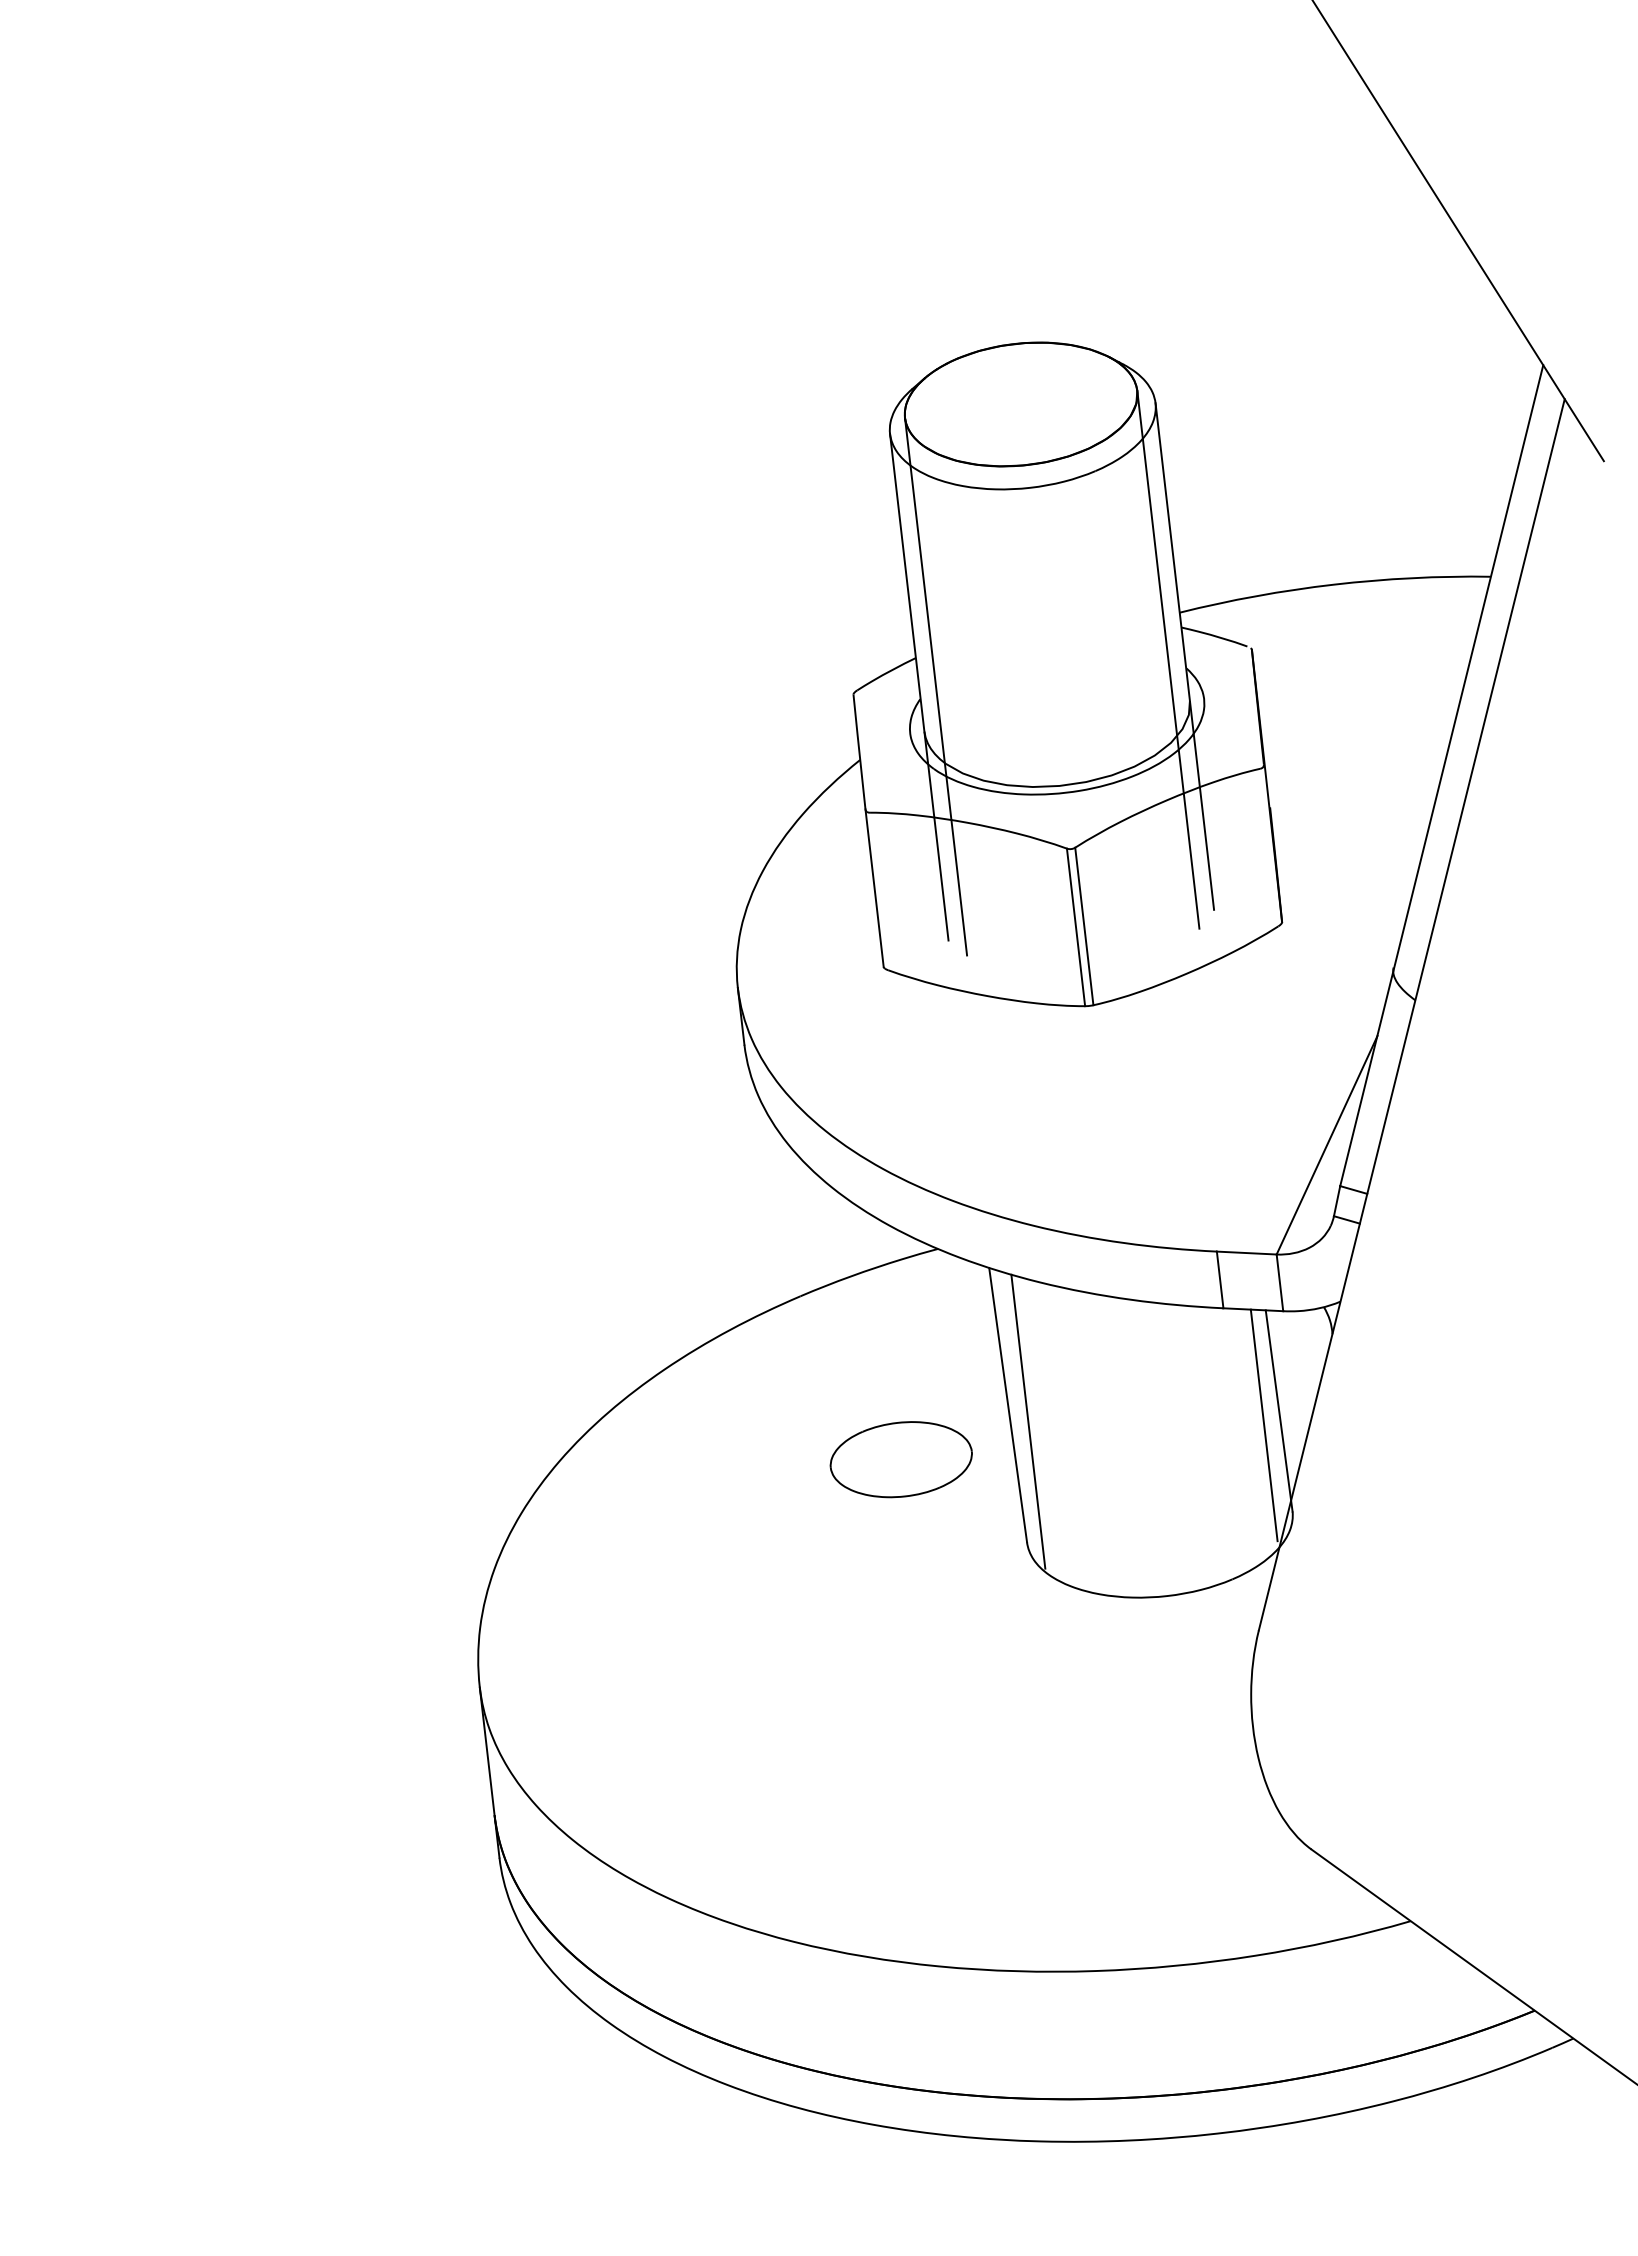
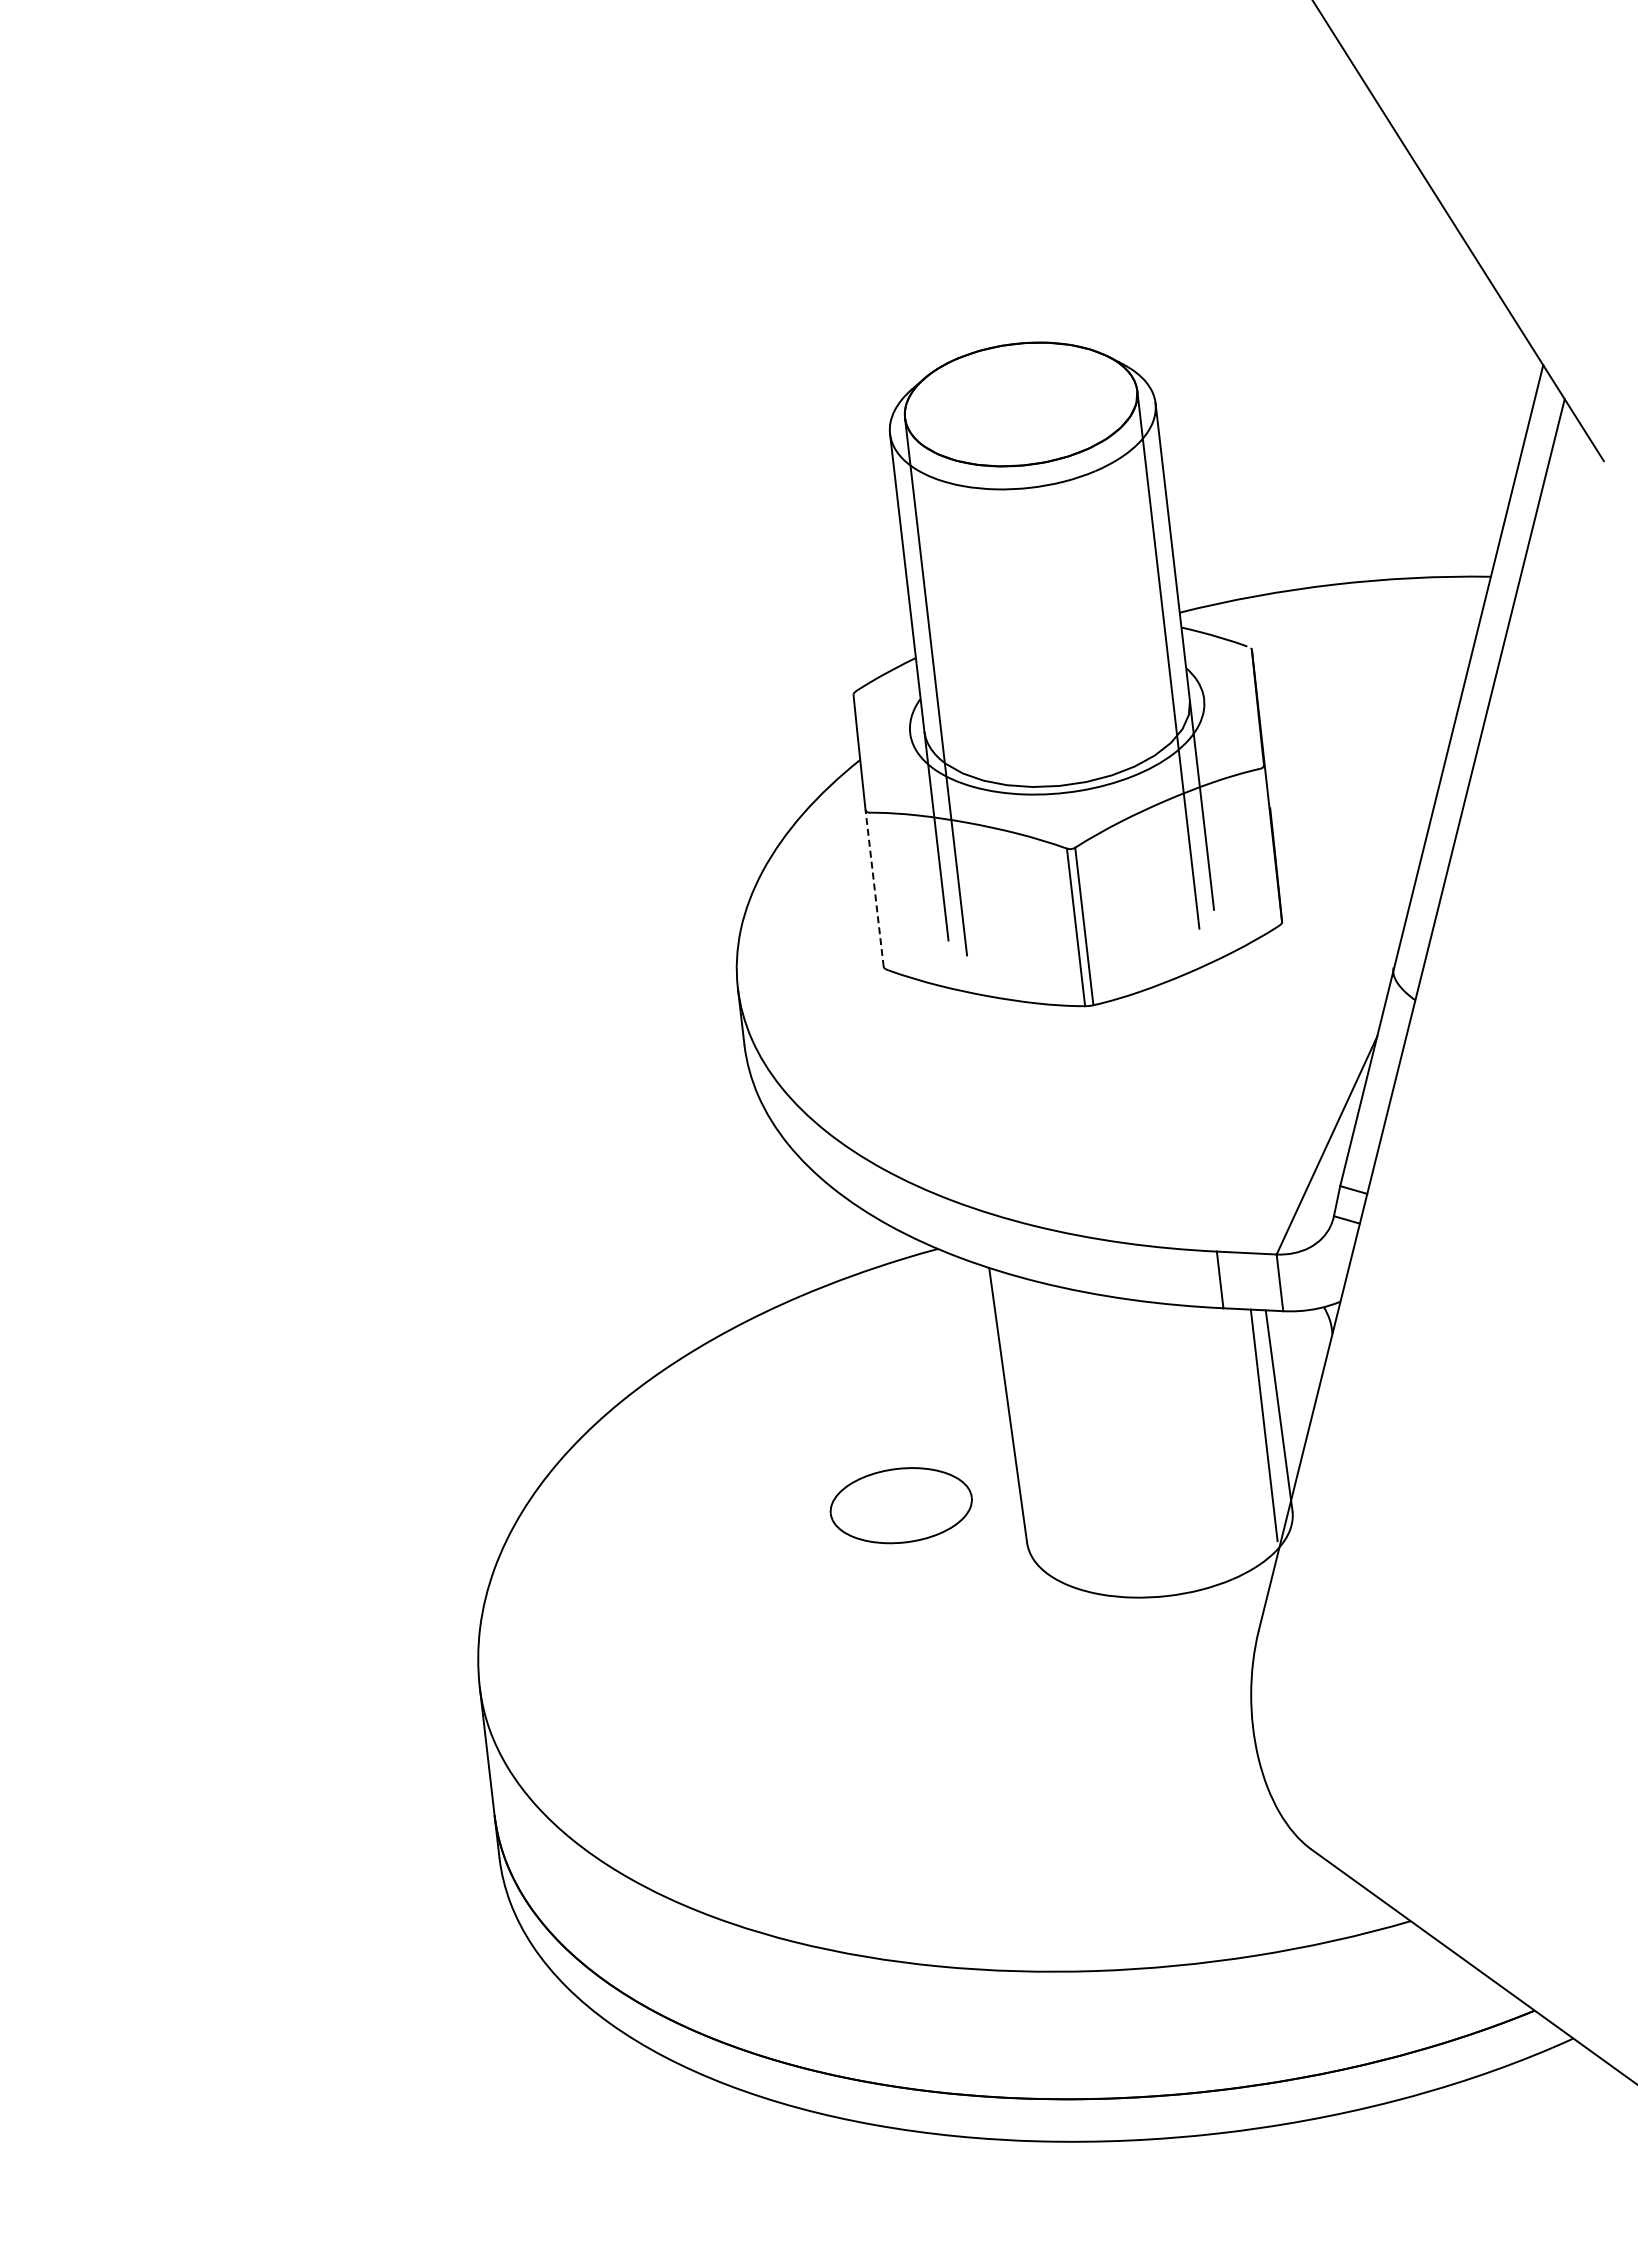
line at (874, 887): solid -> dashed
line at (1028, 1421): present -> none
part at (900, 1459) position: (900, 1459) -> (900, 1505)
